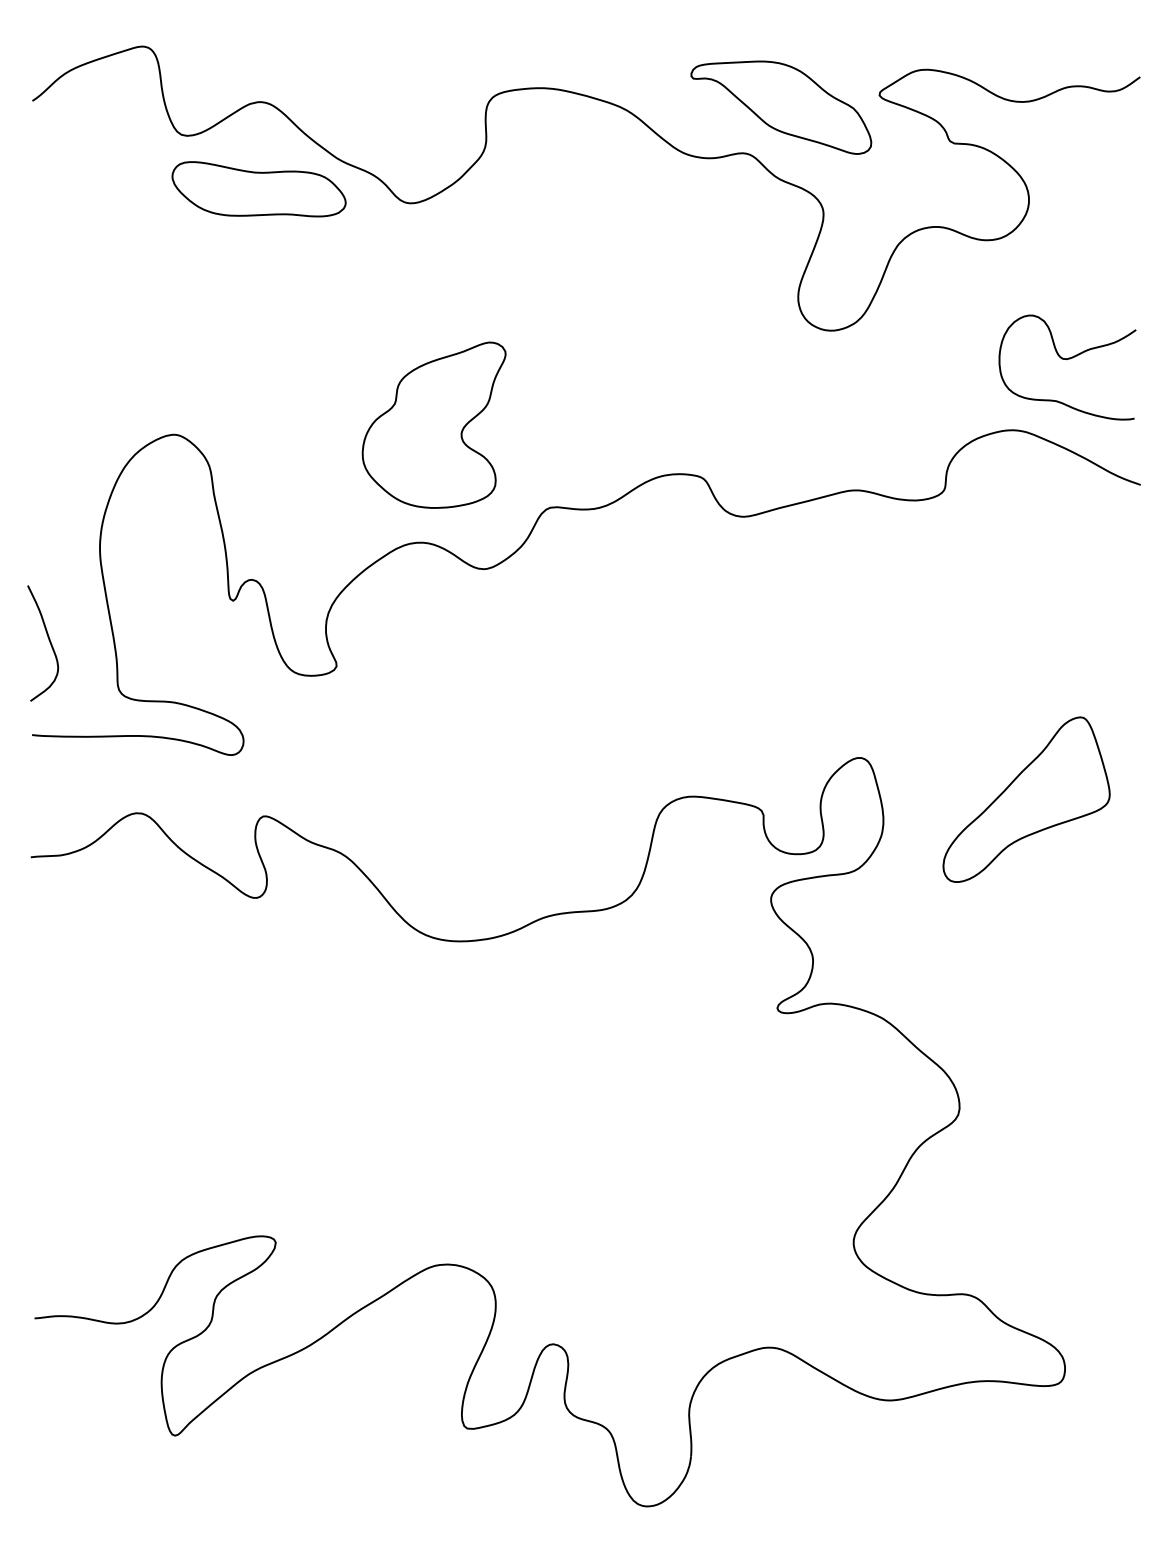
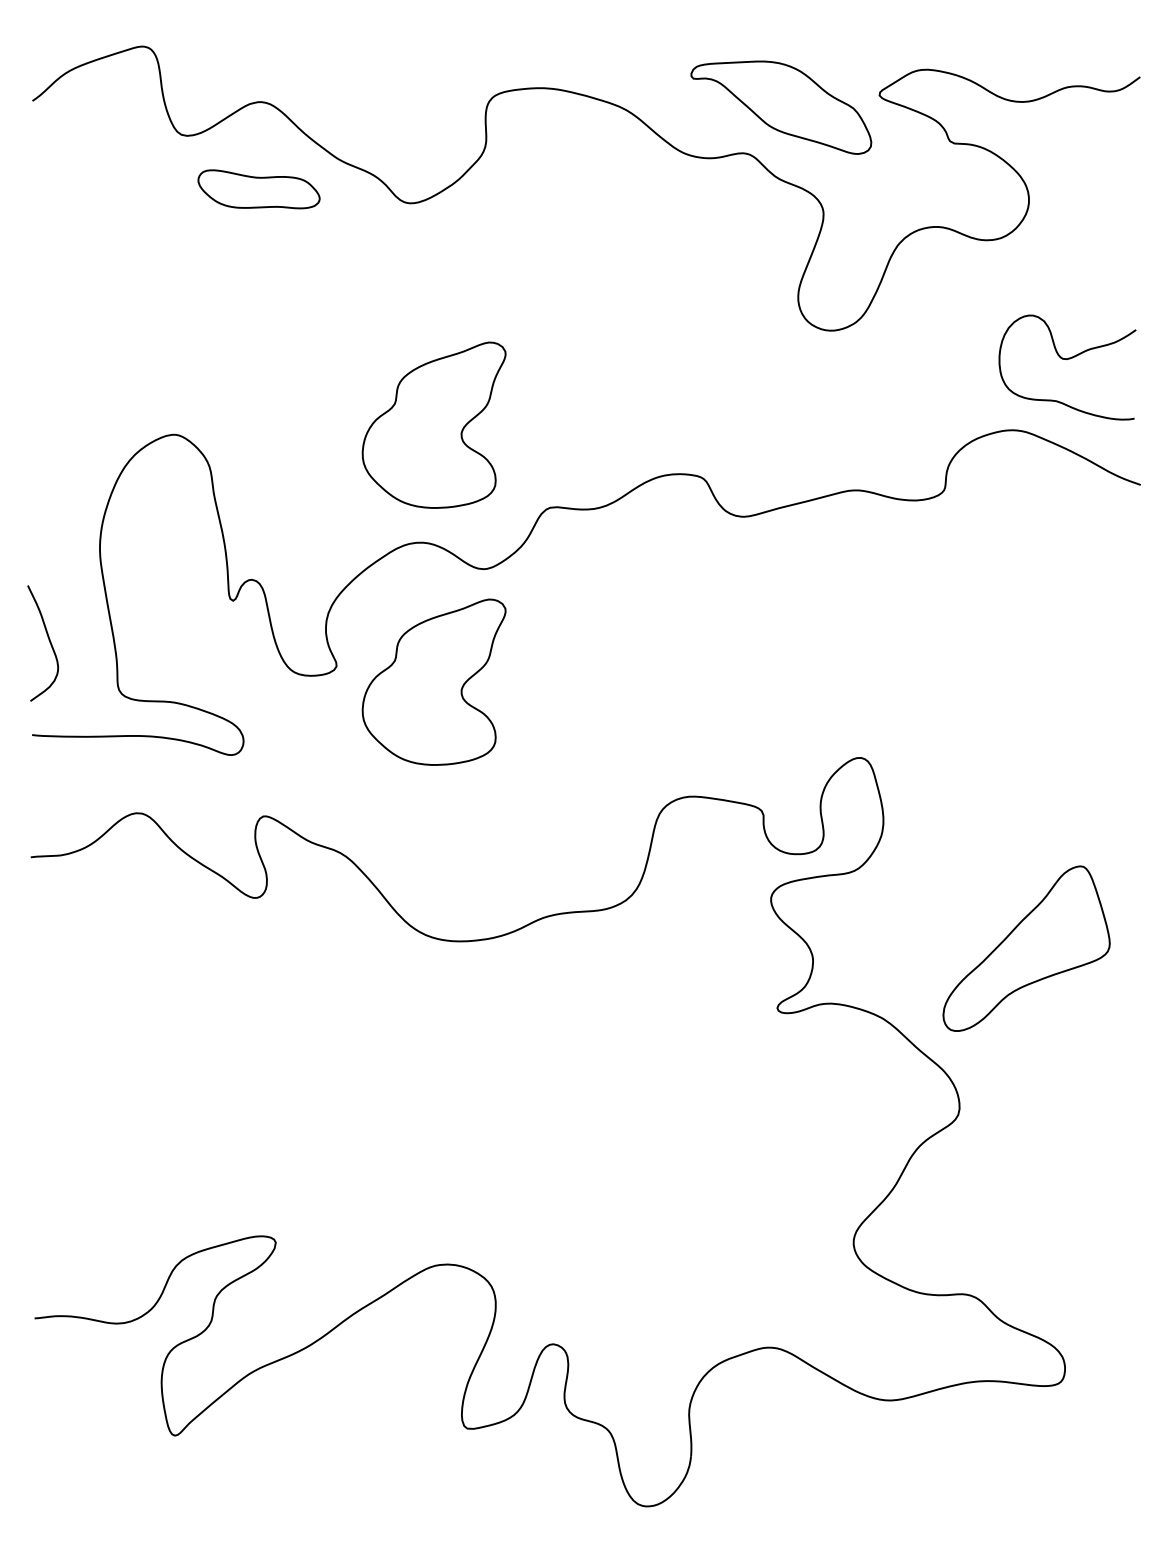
part at (258, 189) size: 176x57 px -> 124x41 px
part at (433, 681): none -> present
part at (1026, 799) position: (1026, 799) -> (1026, 948)
